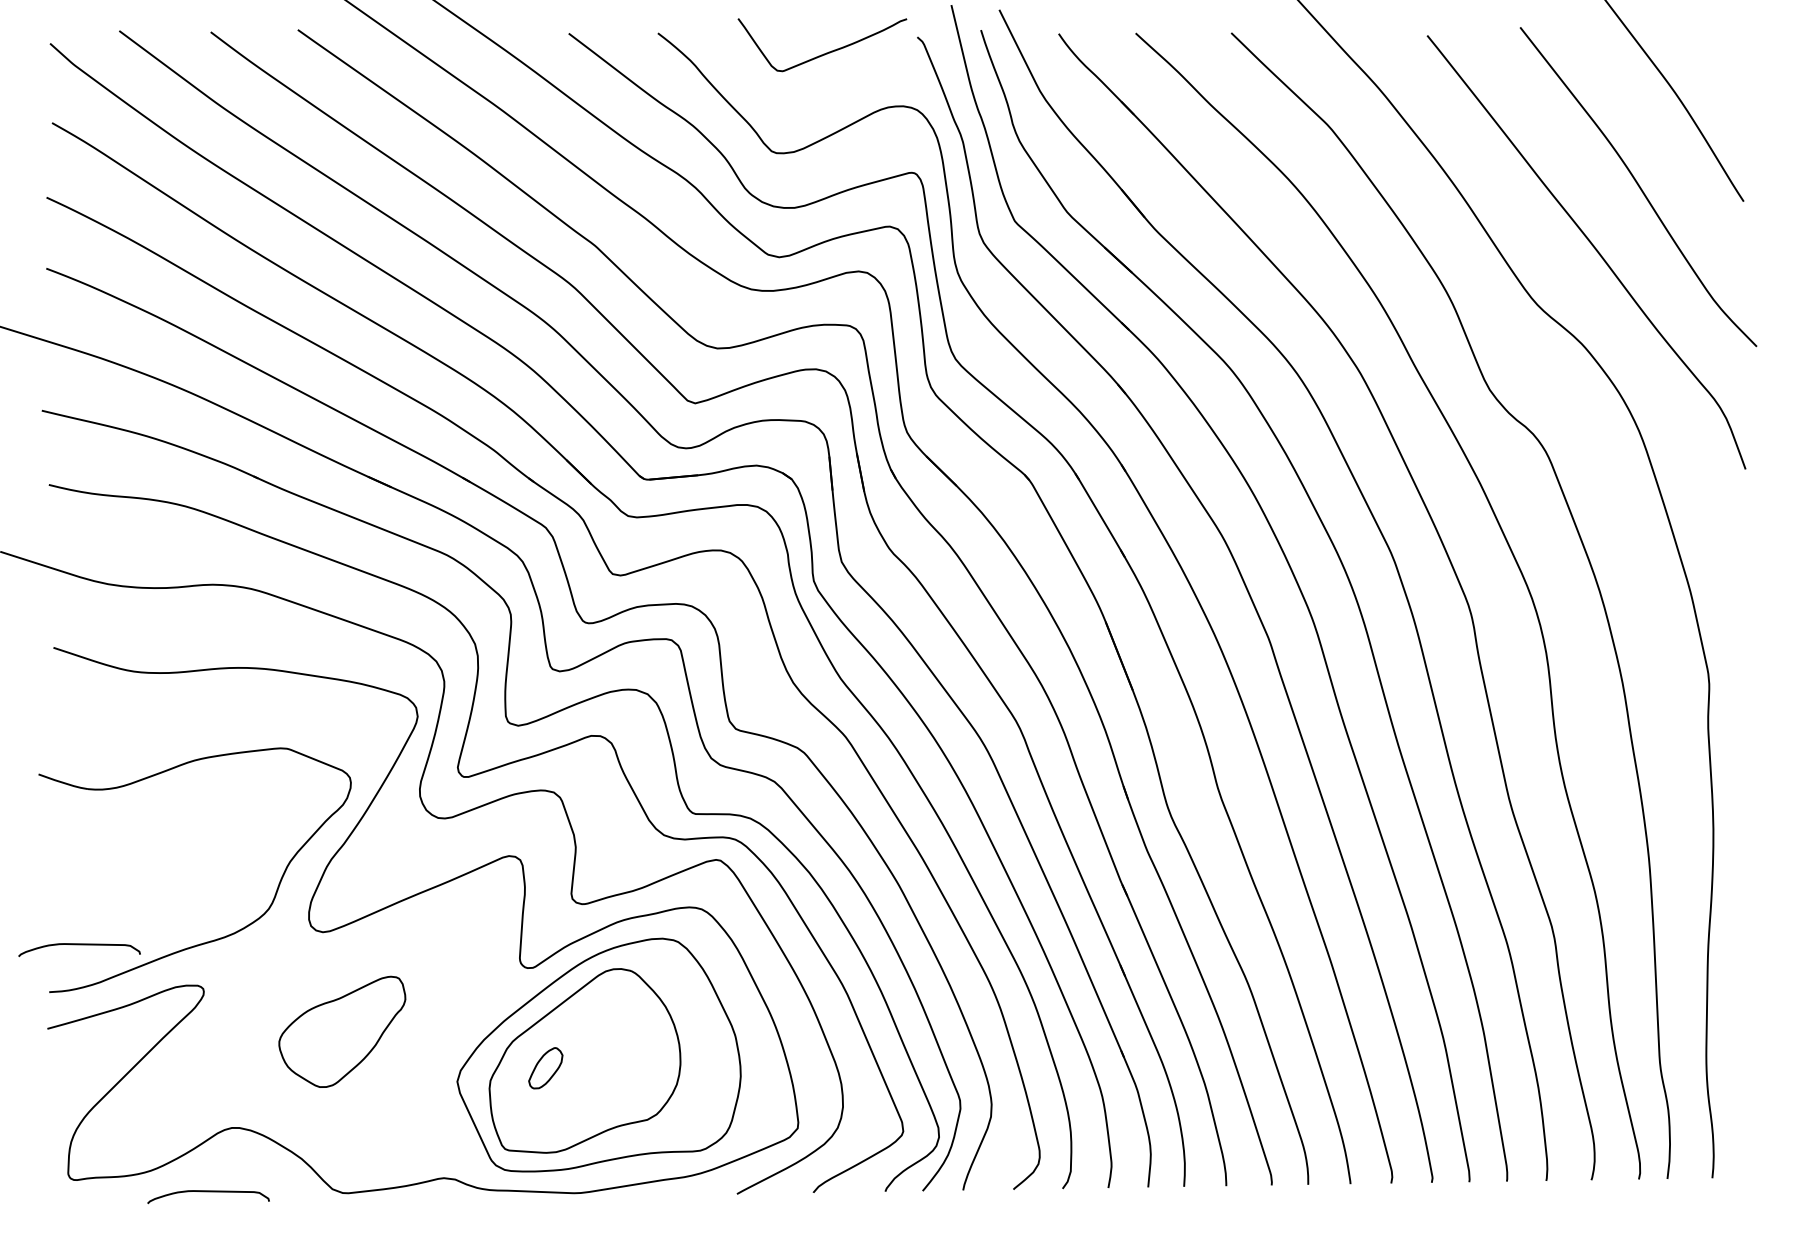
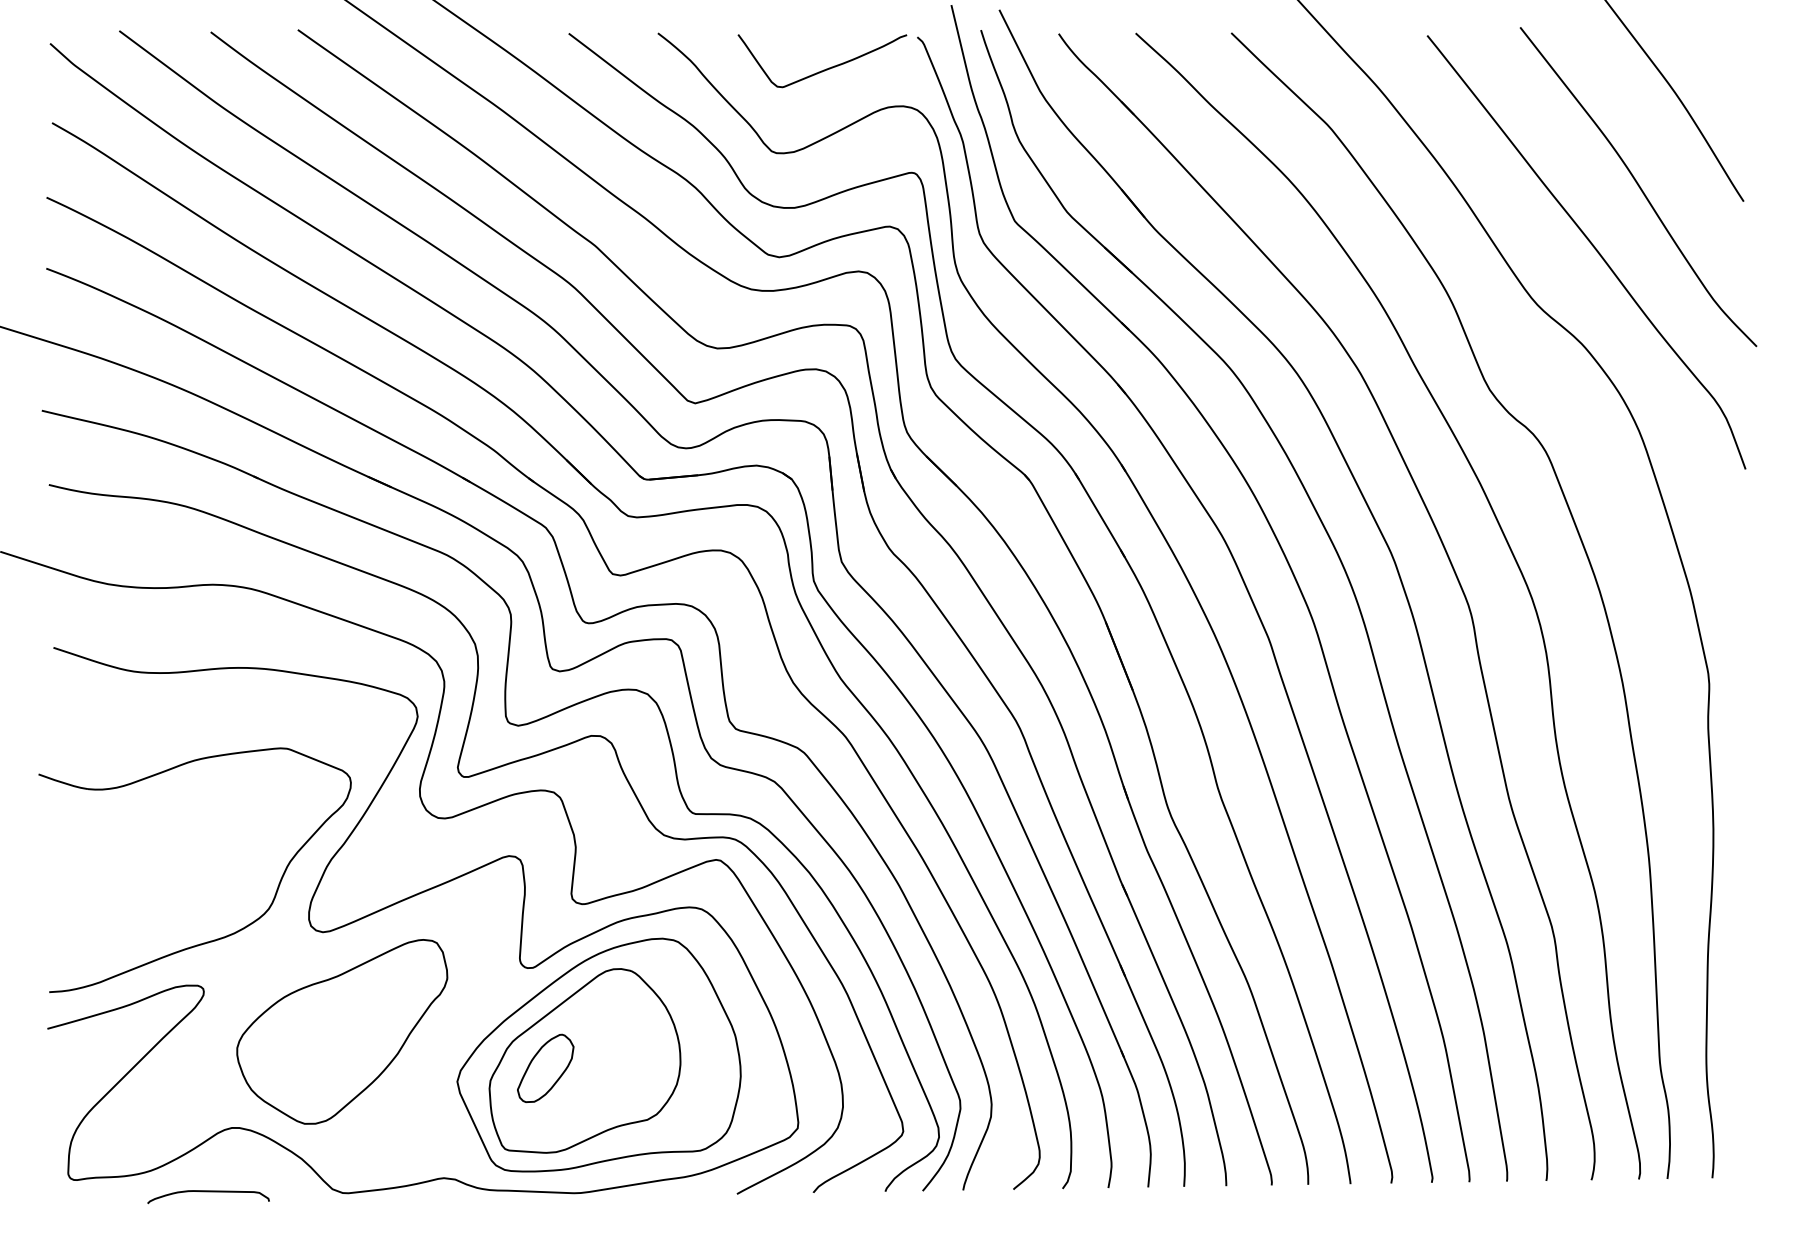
curve at (826, 52) position: (826, 52) -> (826, 68)
curve at (79, 945): present -> none
part at (342, 1031) size: 129x113 px -> 213x186 px
part at (545, 1068) size: 36x43 px -> 58x70 px
